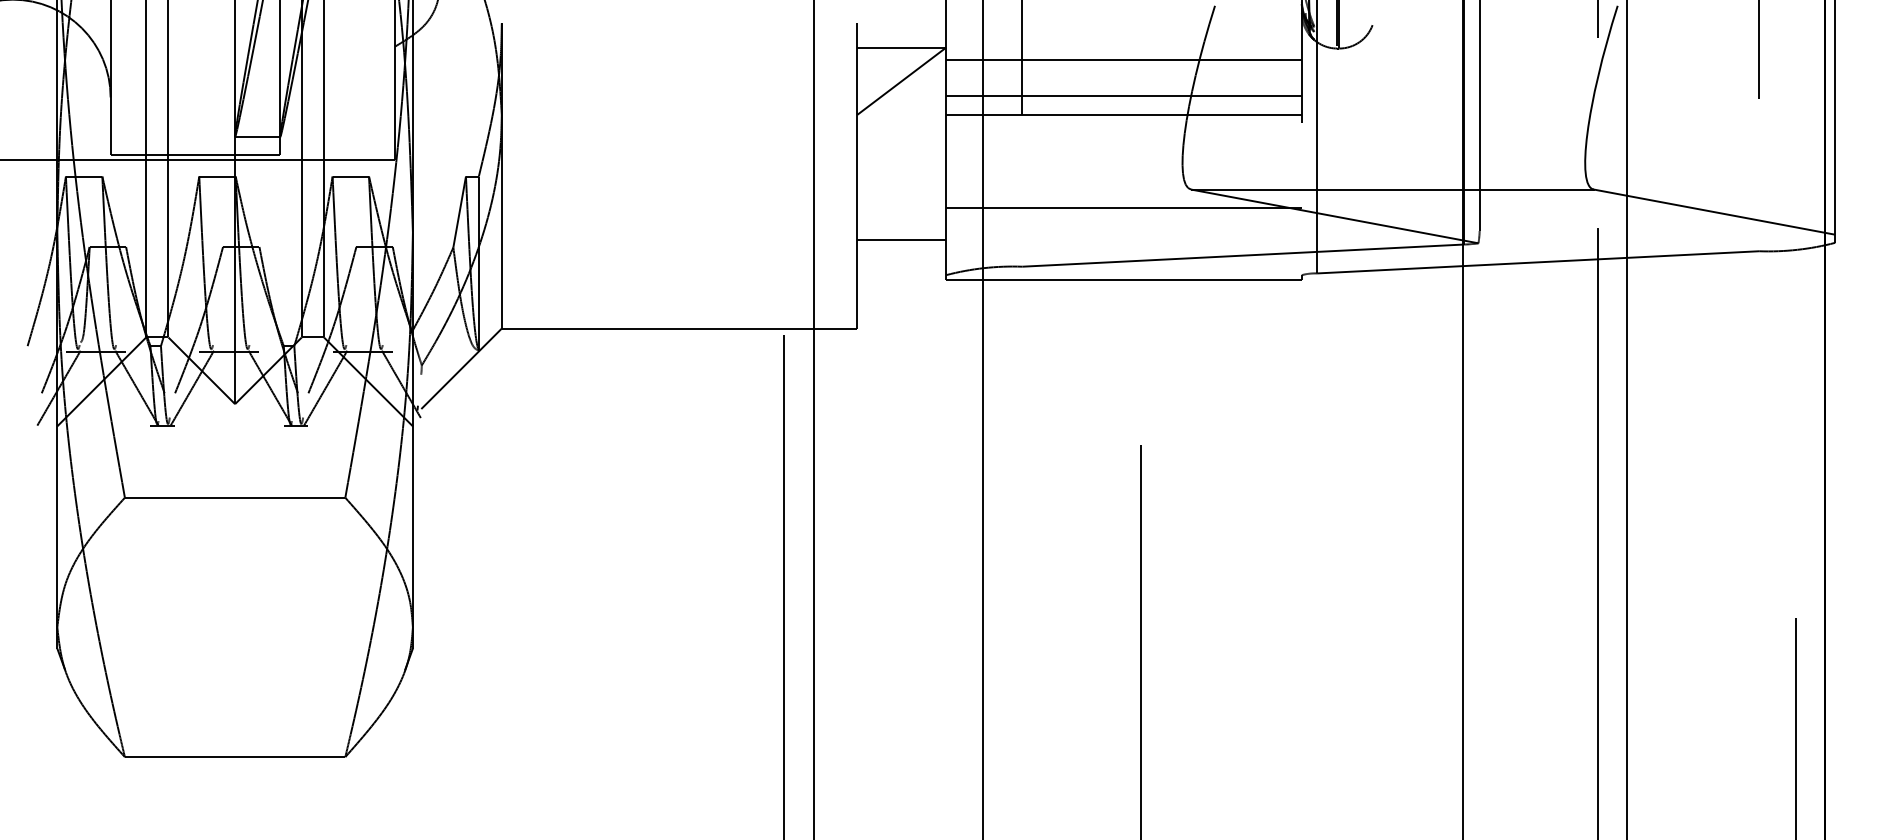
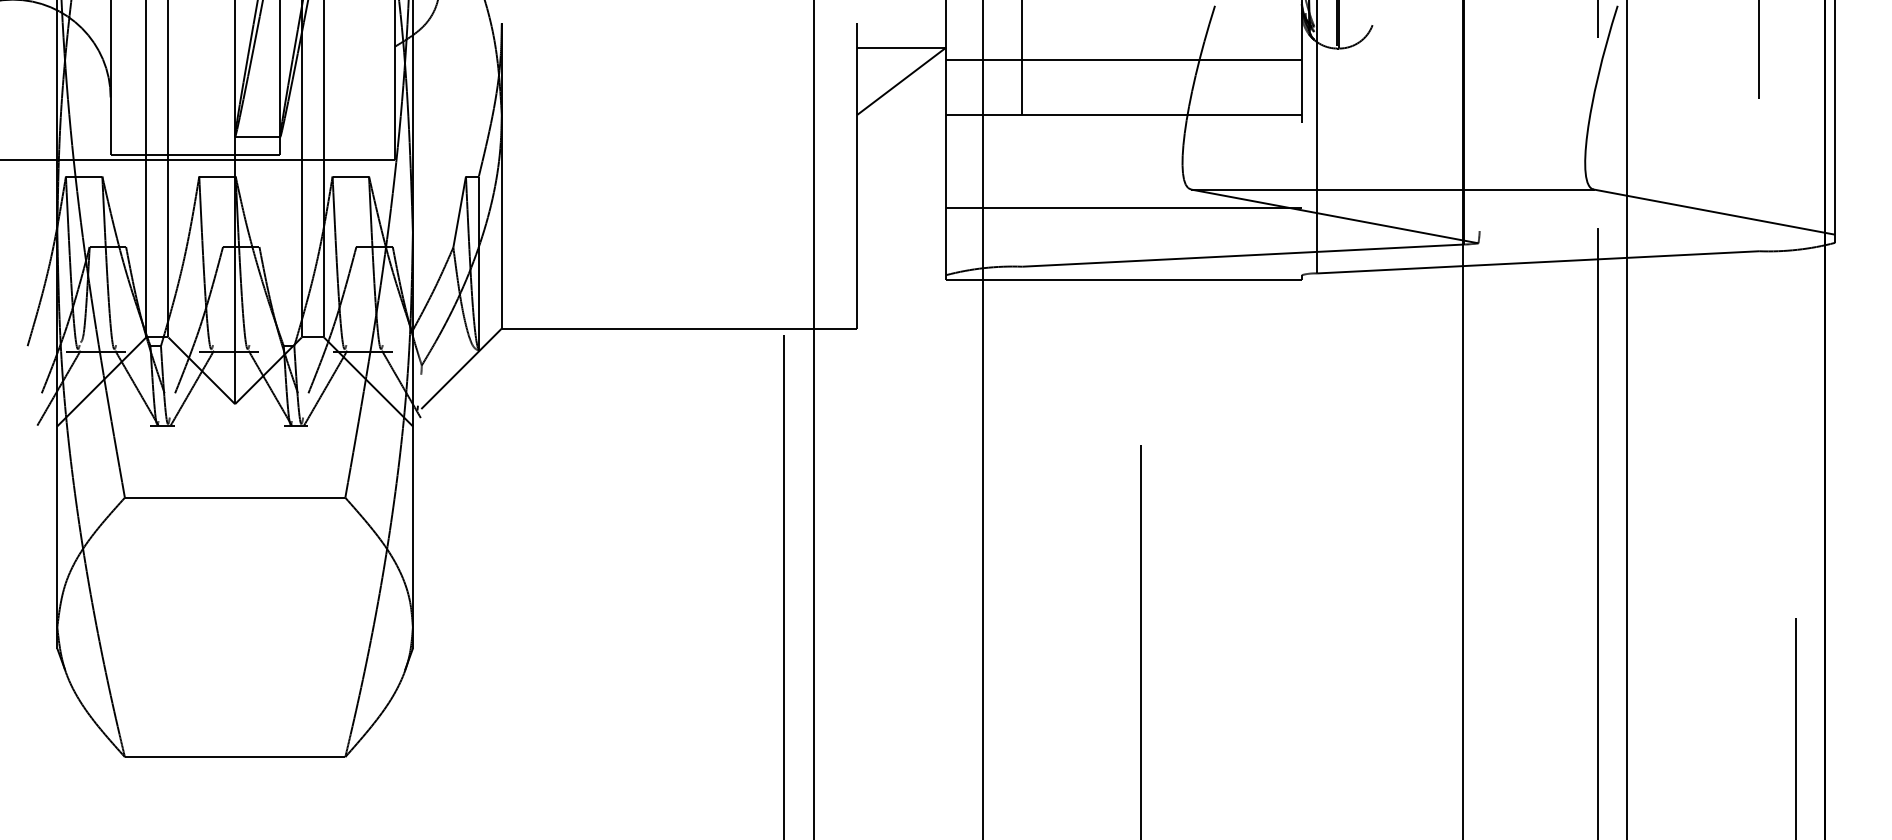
line at (1123, 95): present -> none
line at (1479, 116): present -> none
line at (901, 239): present -> none
